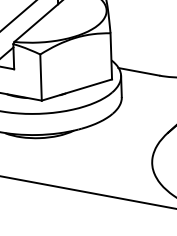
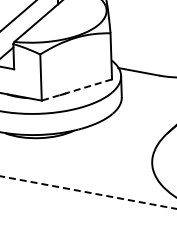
line at (76, 90): solid -> dashed
line at (88, 192): solid -> dashed
